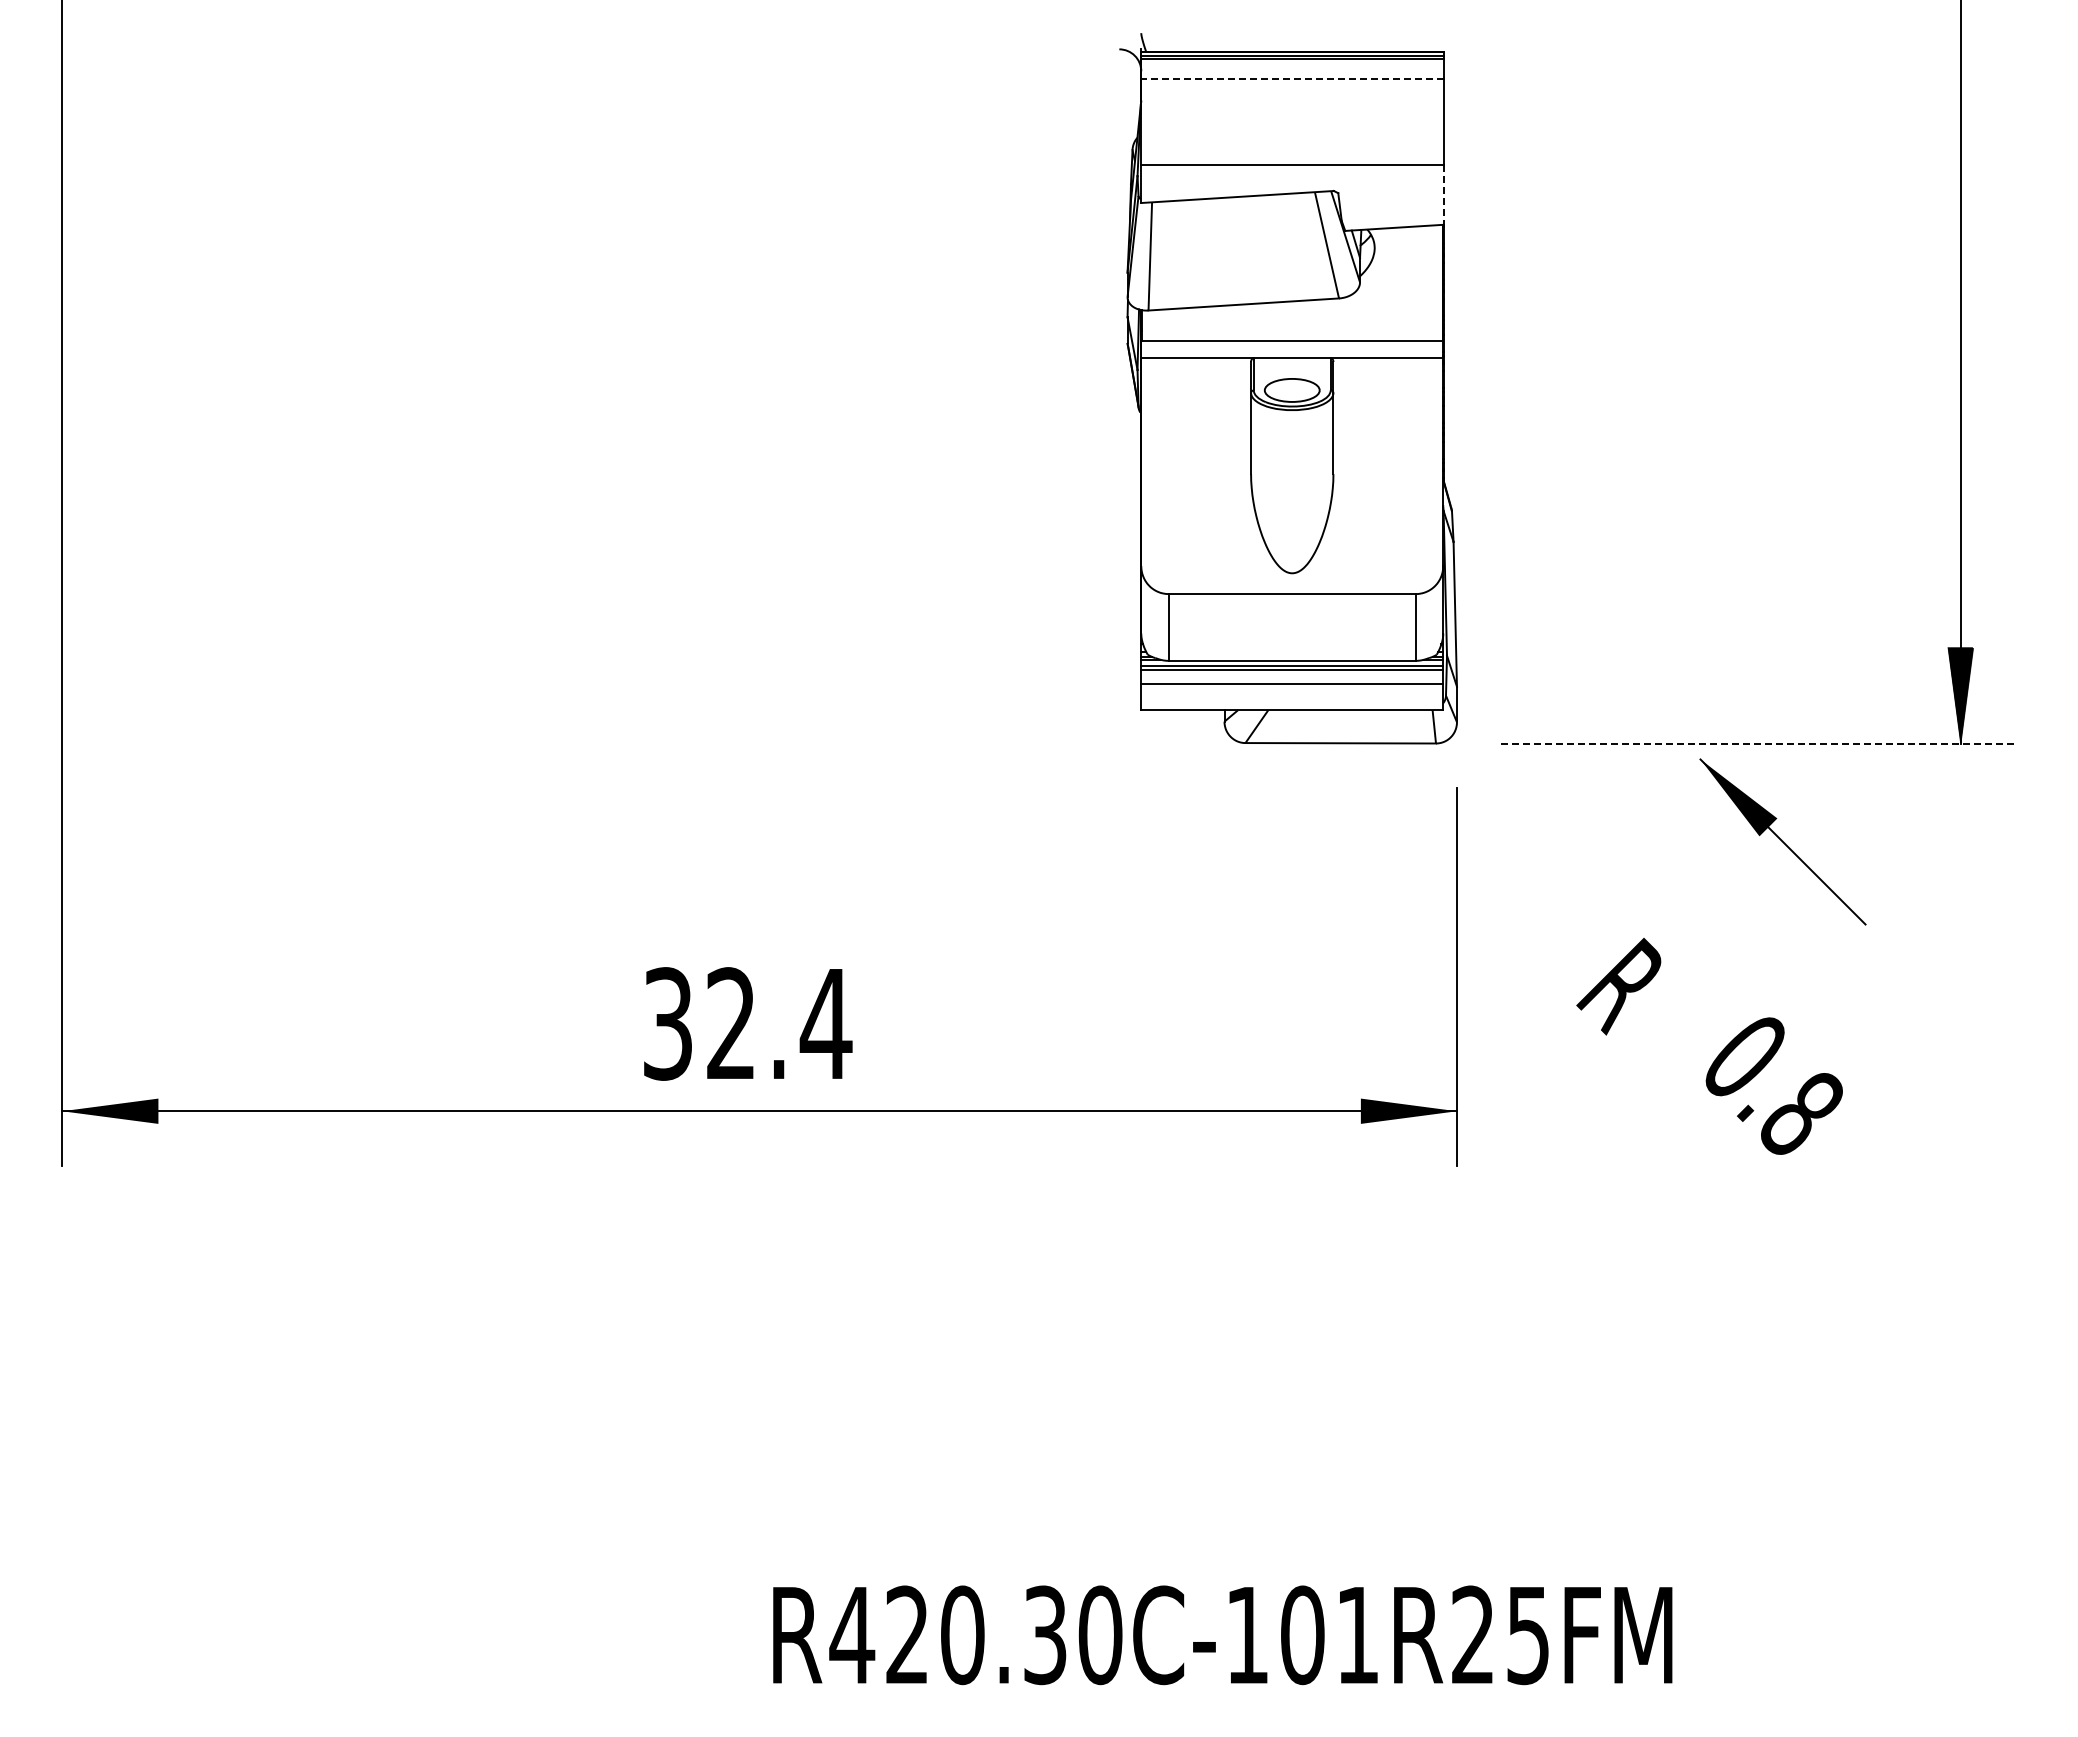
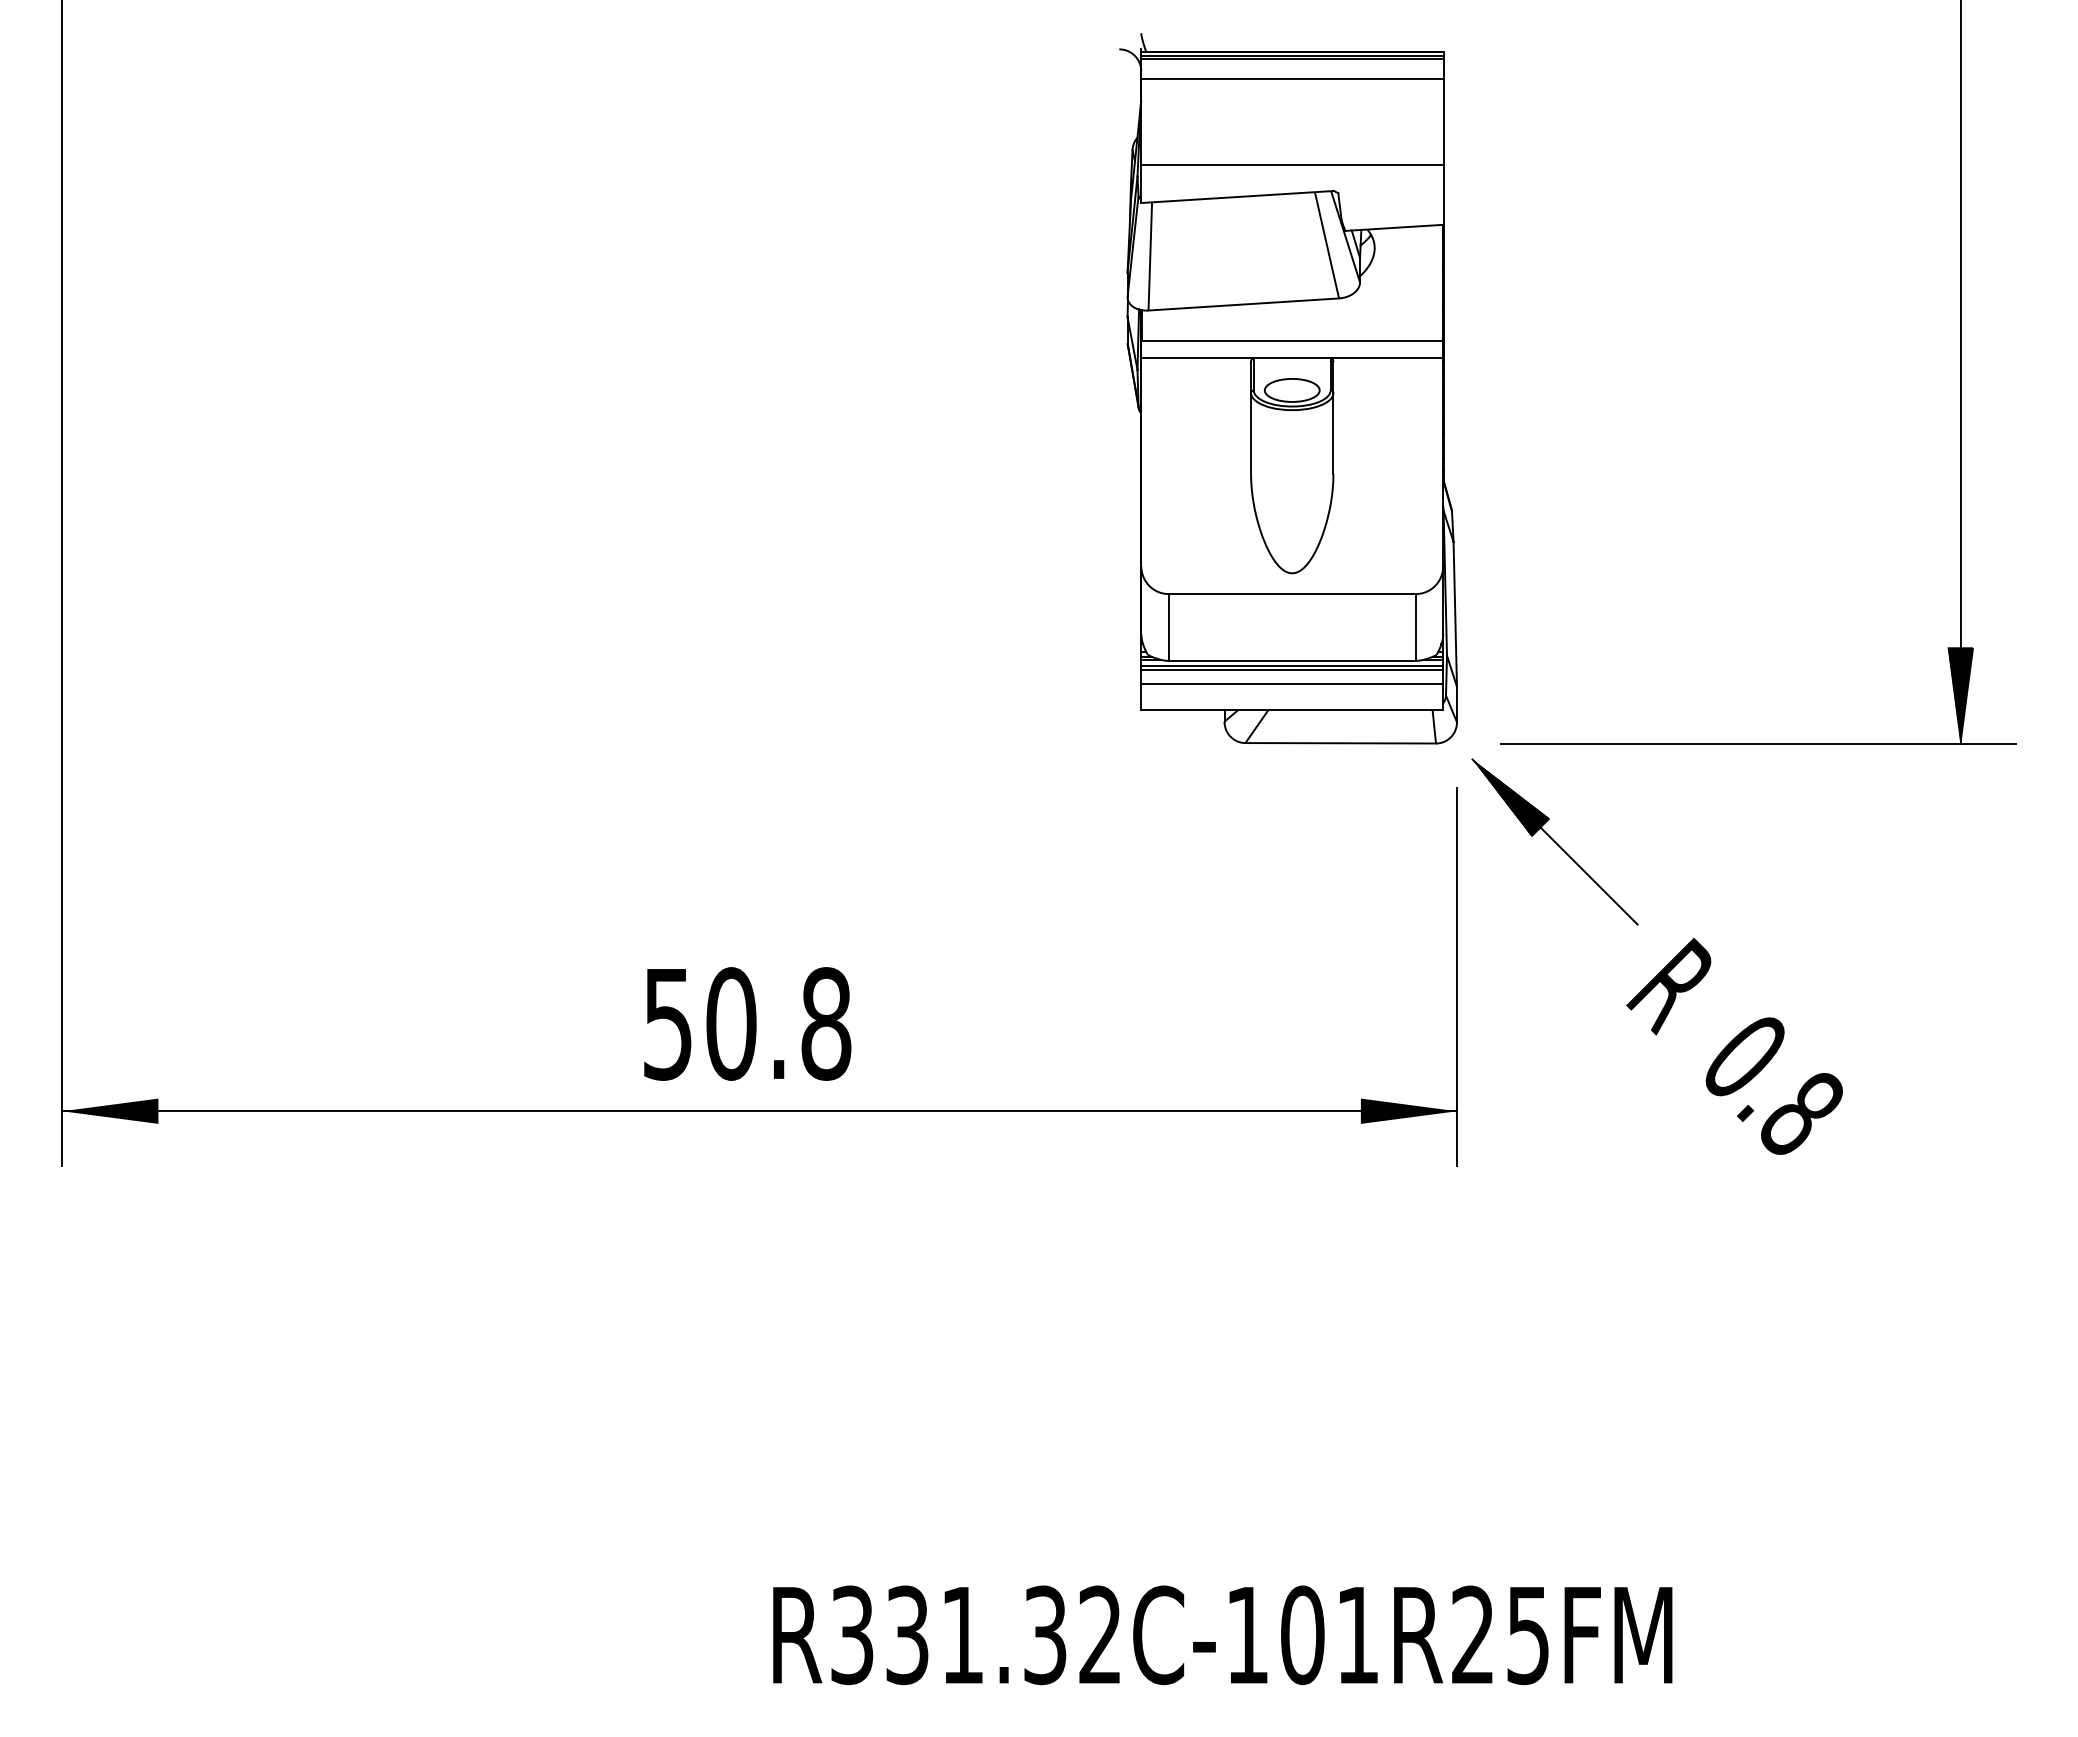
line at (1292, 78): dashed -> solid
line at (1443, 195): dashed -> solid
line at (1758, 743): dashed -> solid
part at (1782, 841) position: (1782, 841) -> (1554, 841)
text at (1618, 986) position: (1618, 986) -> (1668, 986)
text at (748, 1023): 32.4 -> 50.8
text at (975, 1635): R420.30C-101R25FM -> R331.32C-101R25FM
